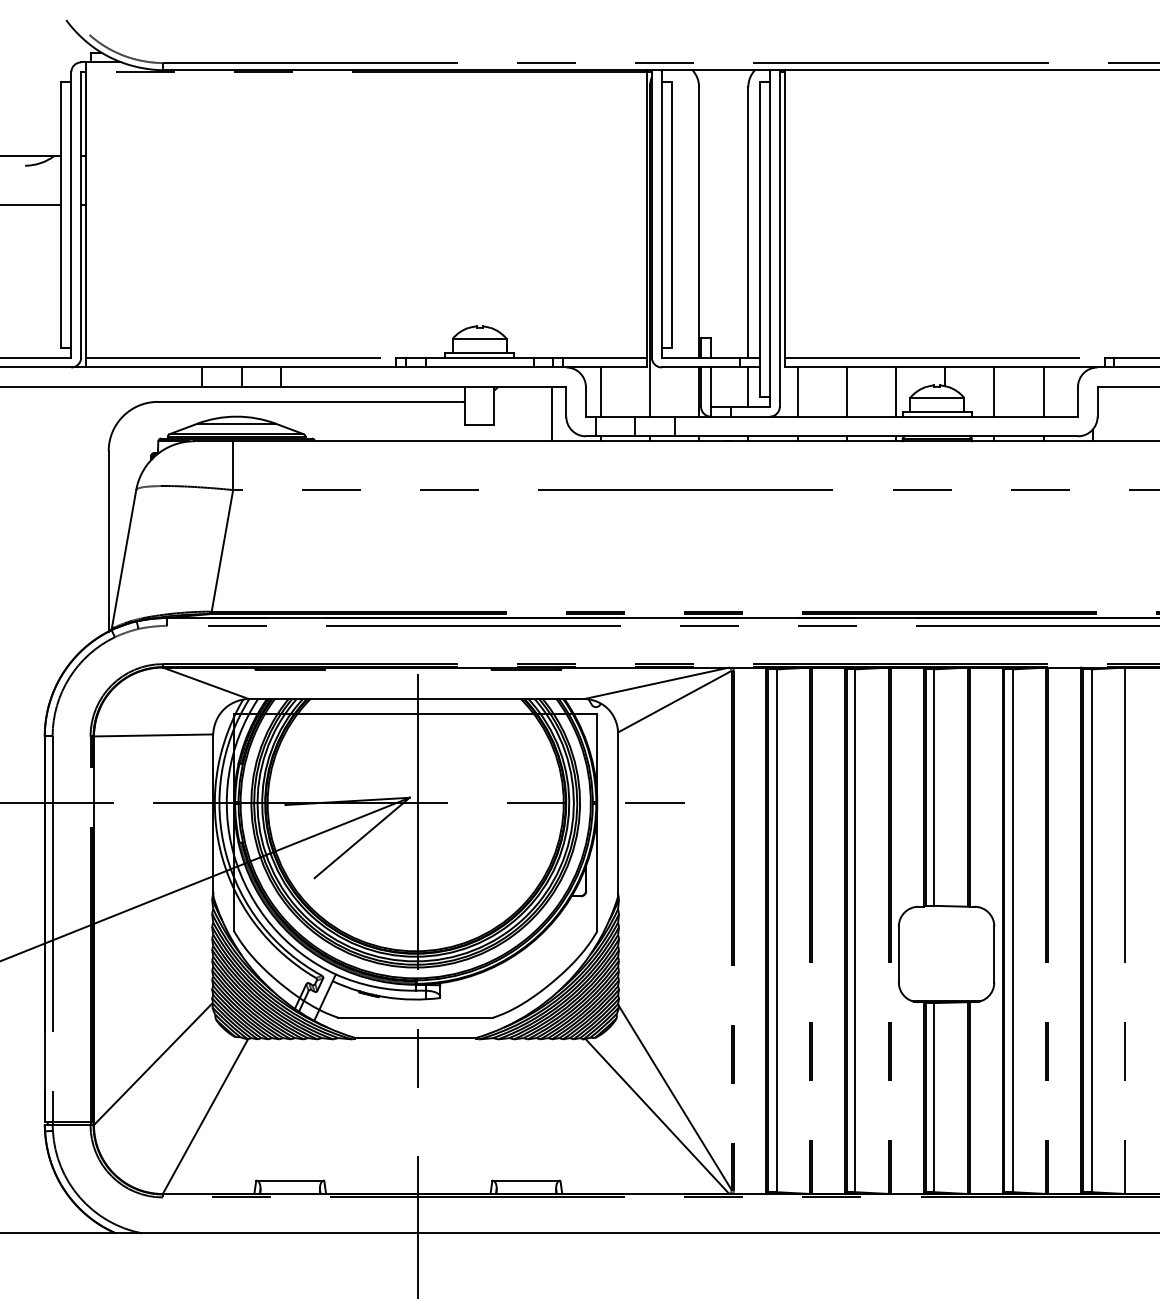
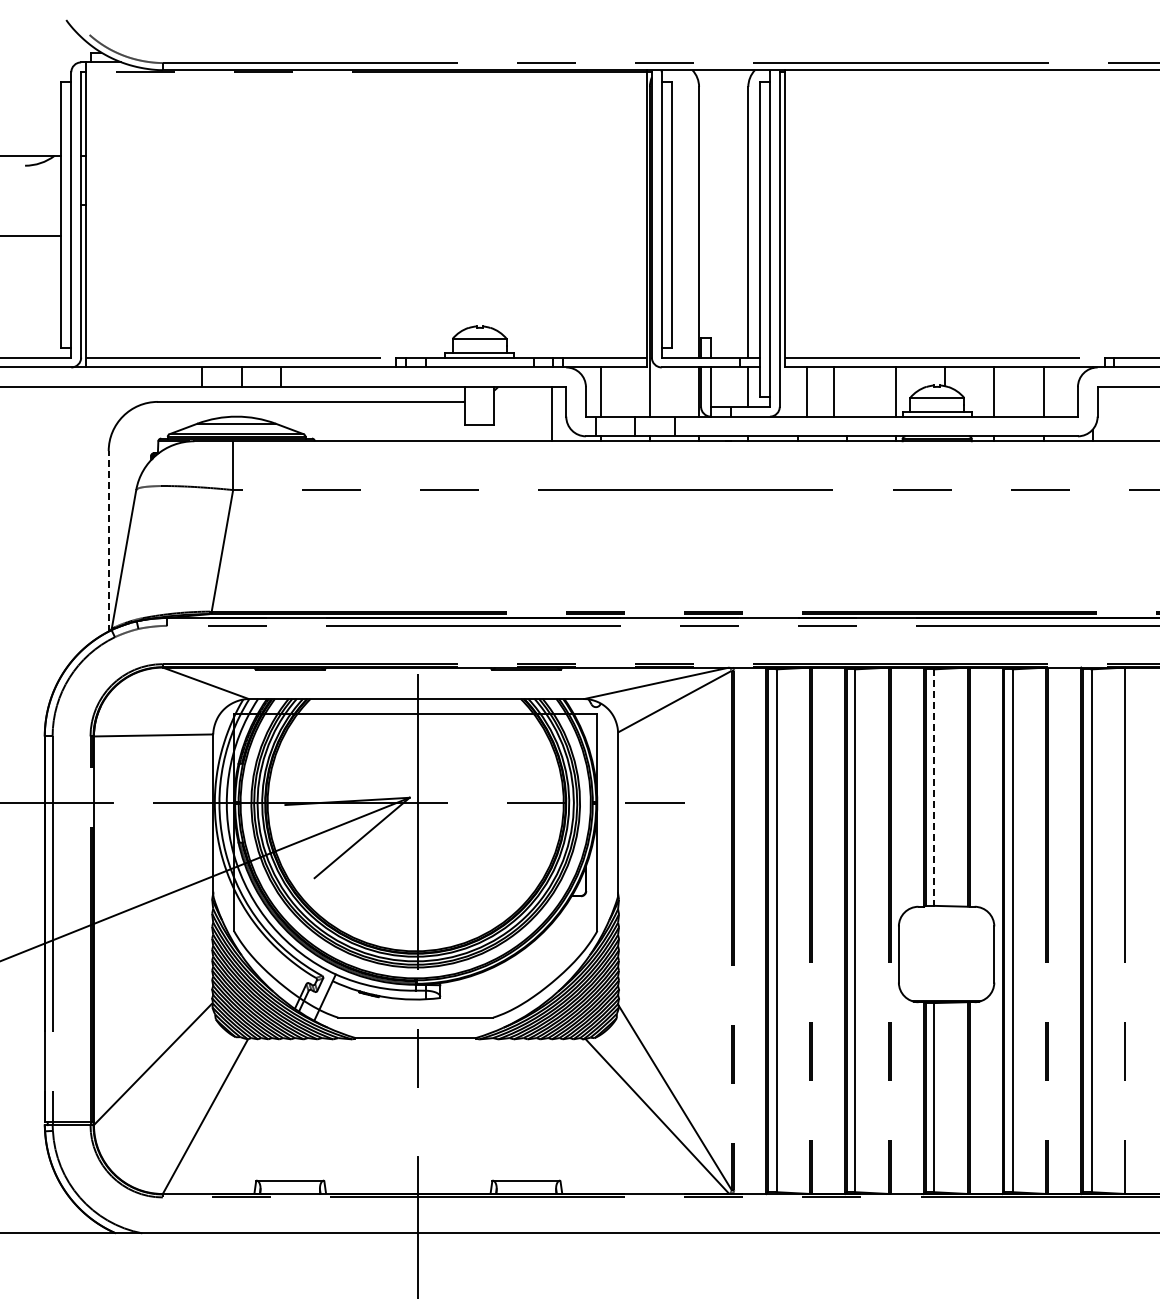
line at (31, 205) position: (31, 205) -> (31, 236)
line at (797, 391) position: (797, 391) -> (806, 391)
line at (846, 391) position: (846, 391) -> (833, 391)
line at (108, 540): solid -> dashed
line at (934, 788): solid -> dashed
